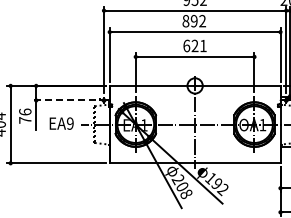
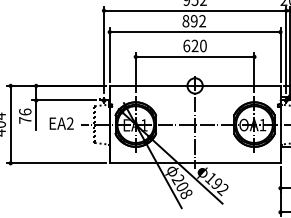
text at (203, 45): 621 -> 620
line at (64, 100): dashed -> solid
text at (70, 123): EA9 -> EA2
